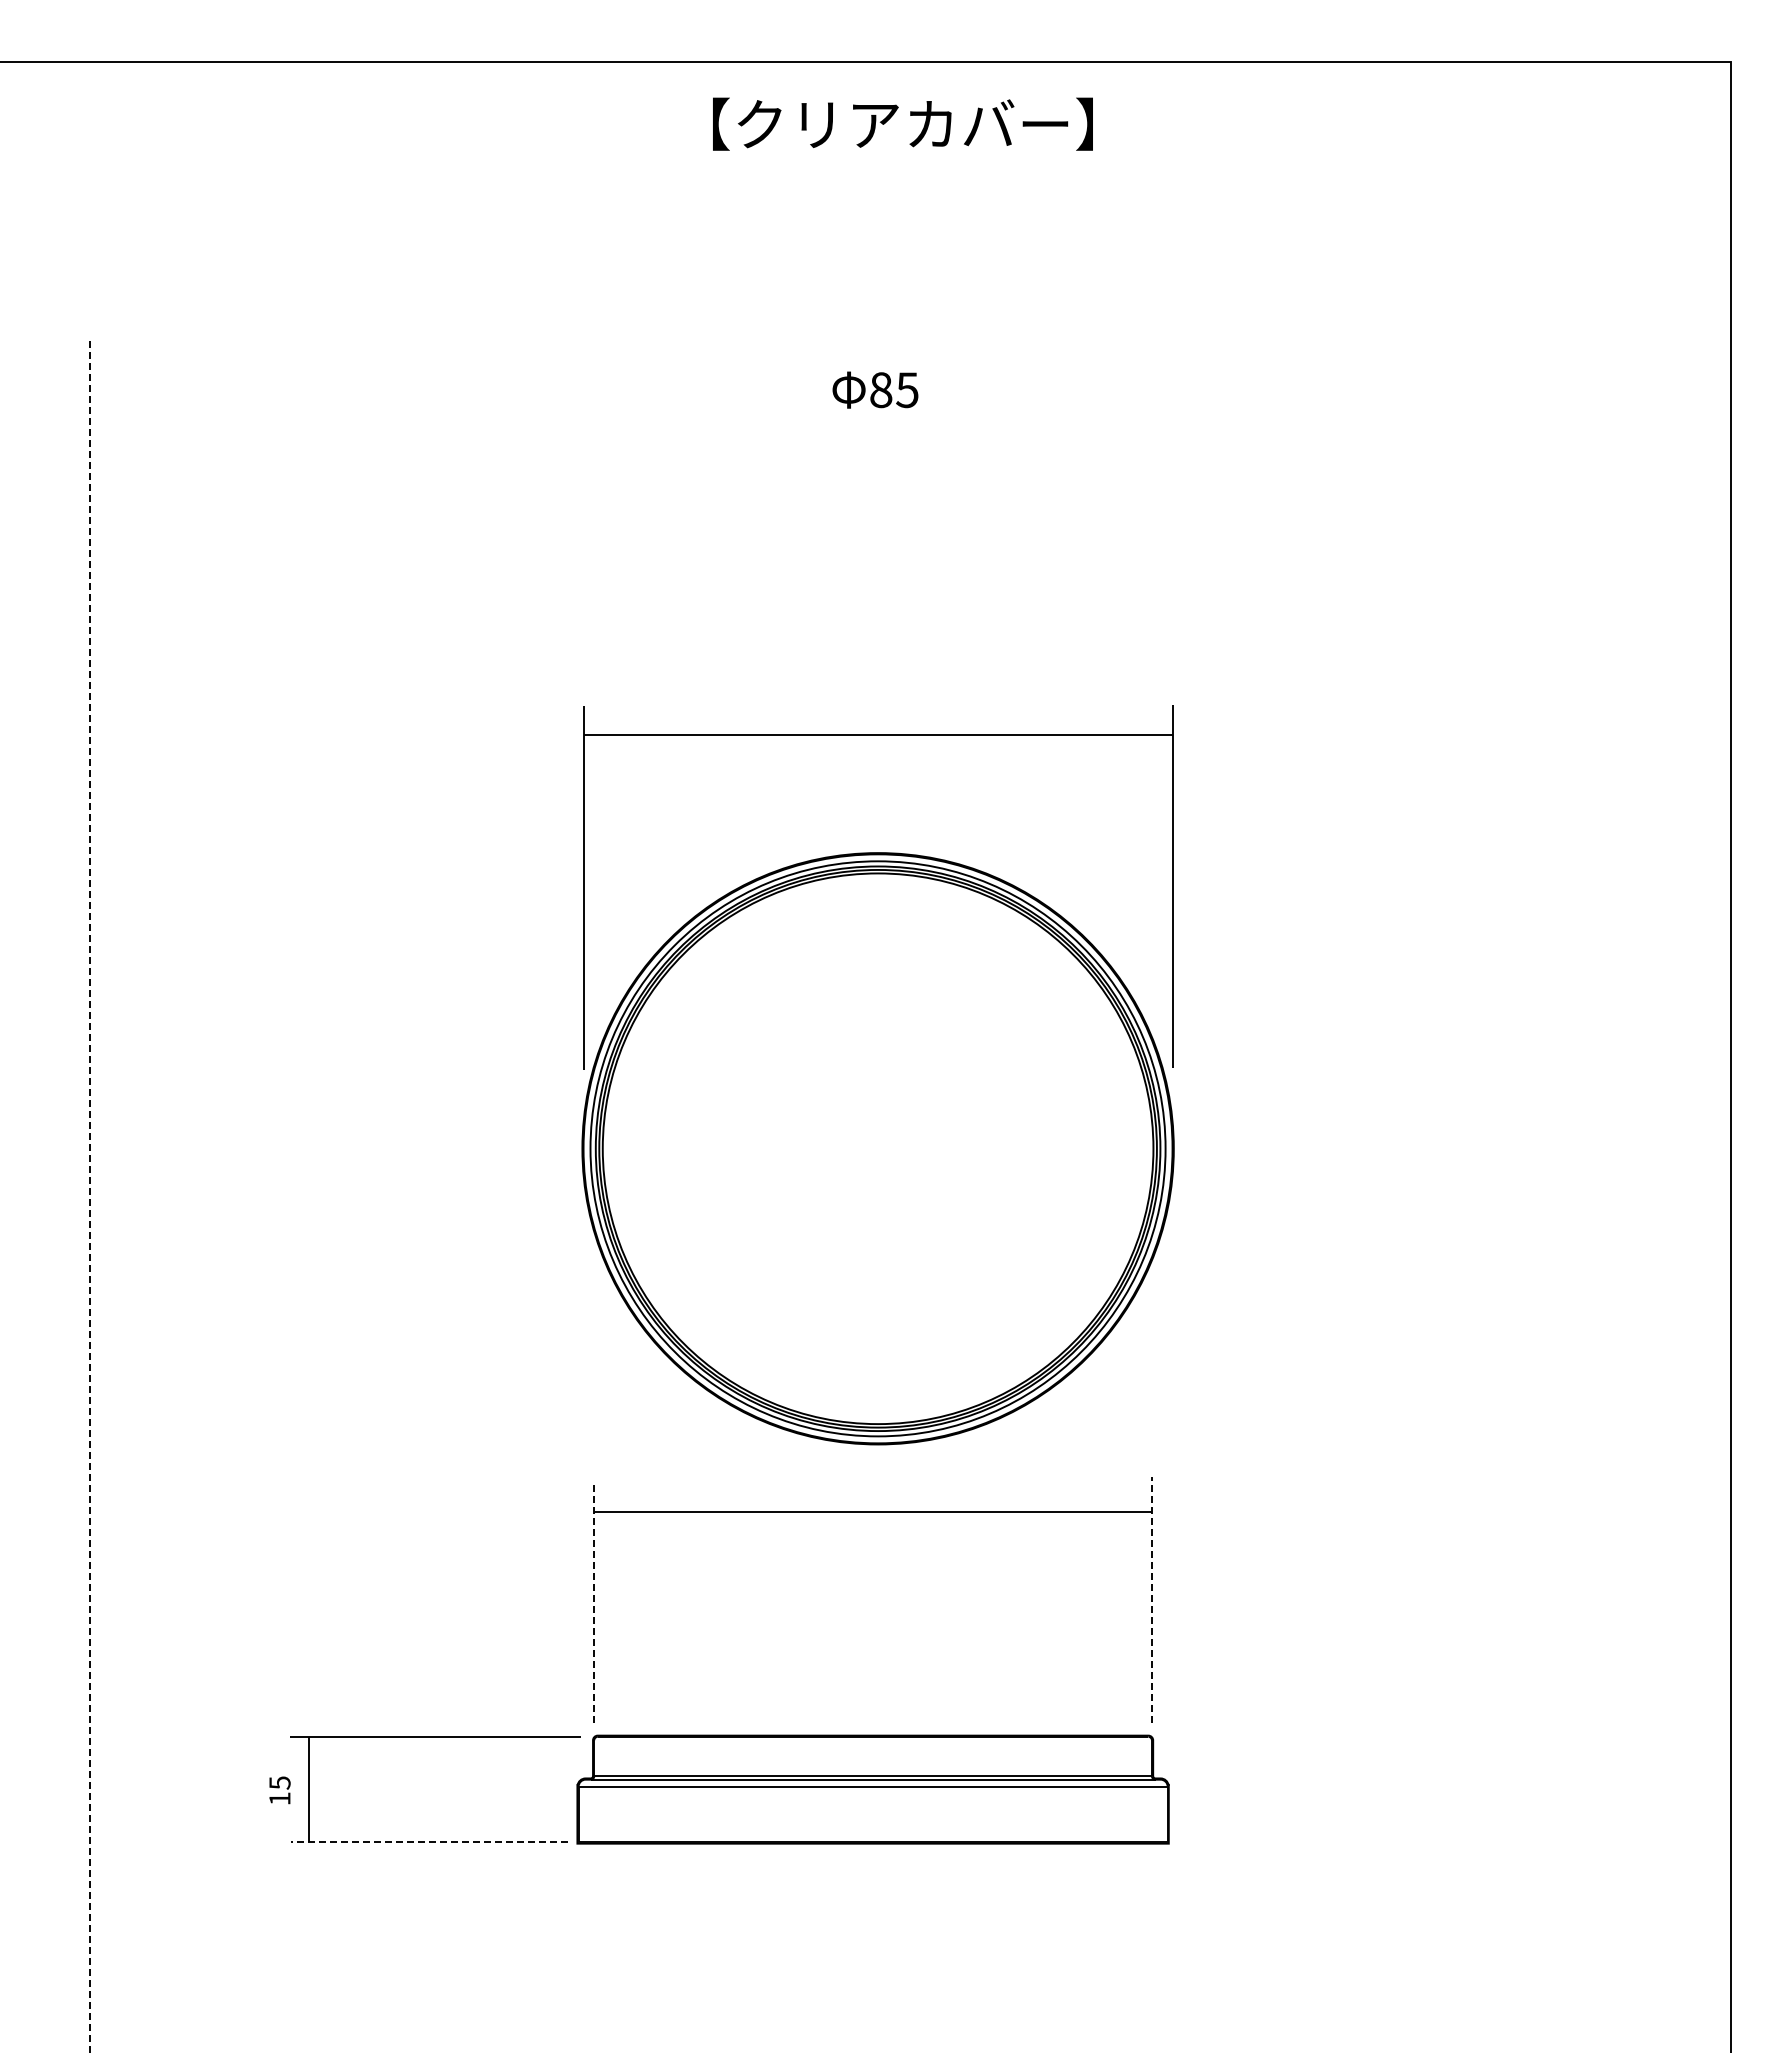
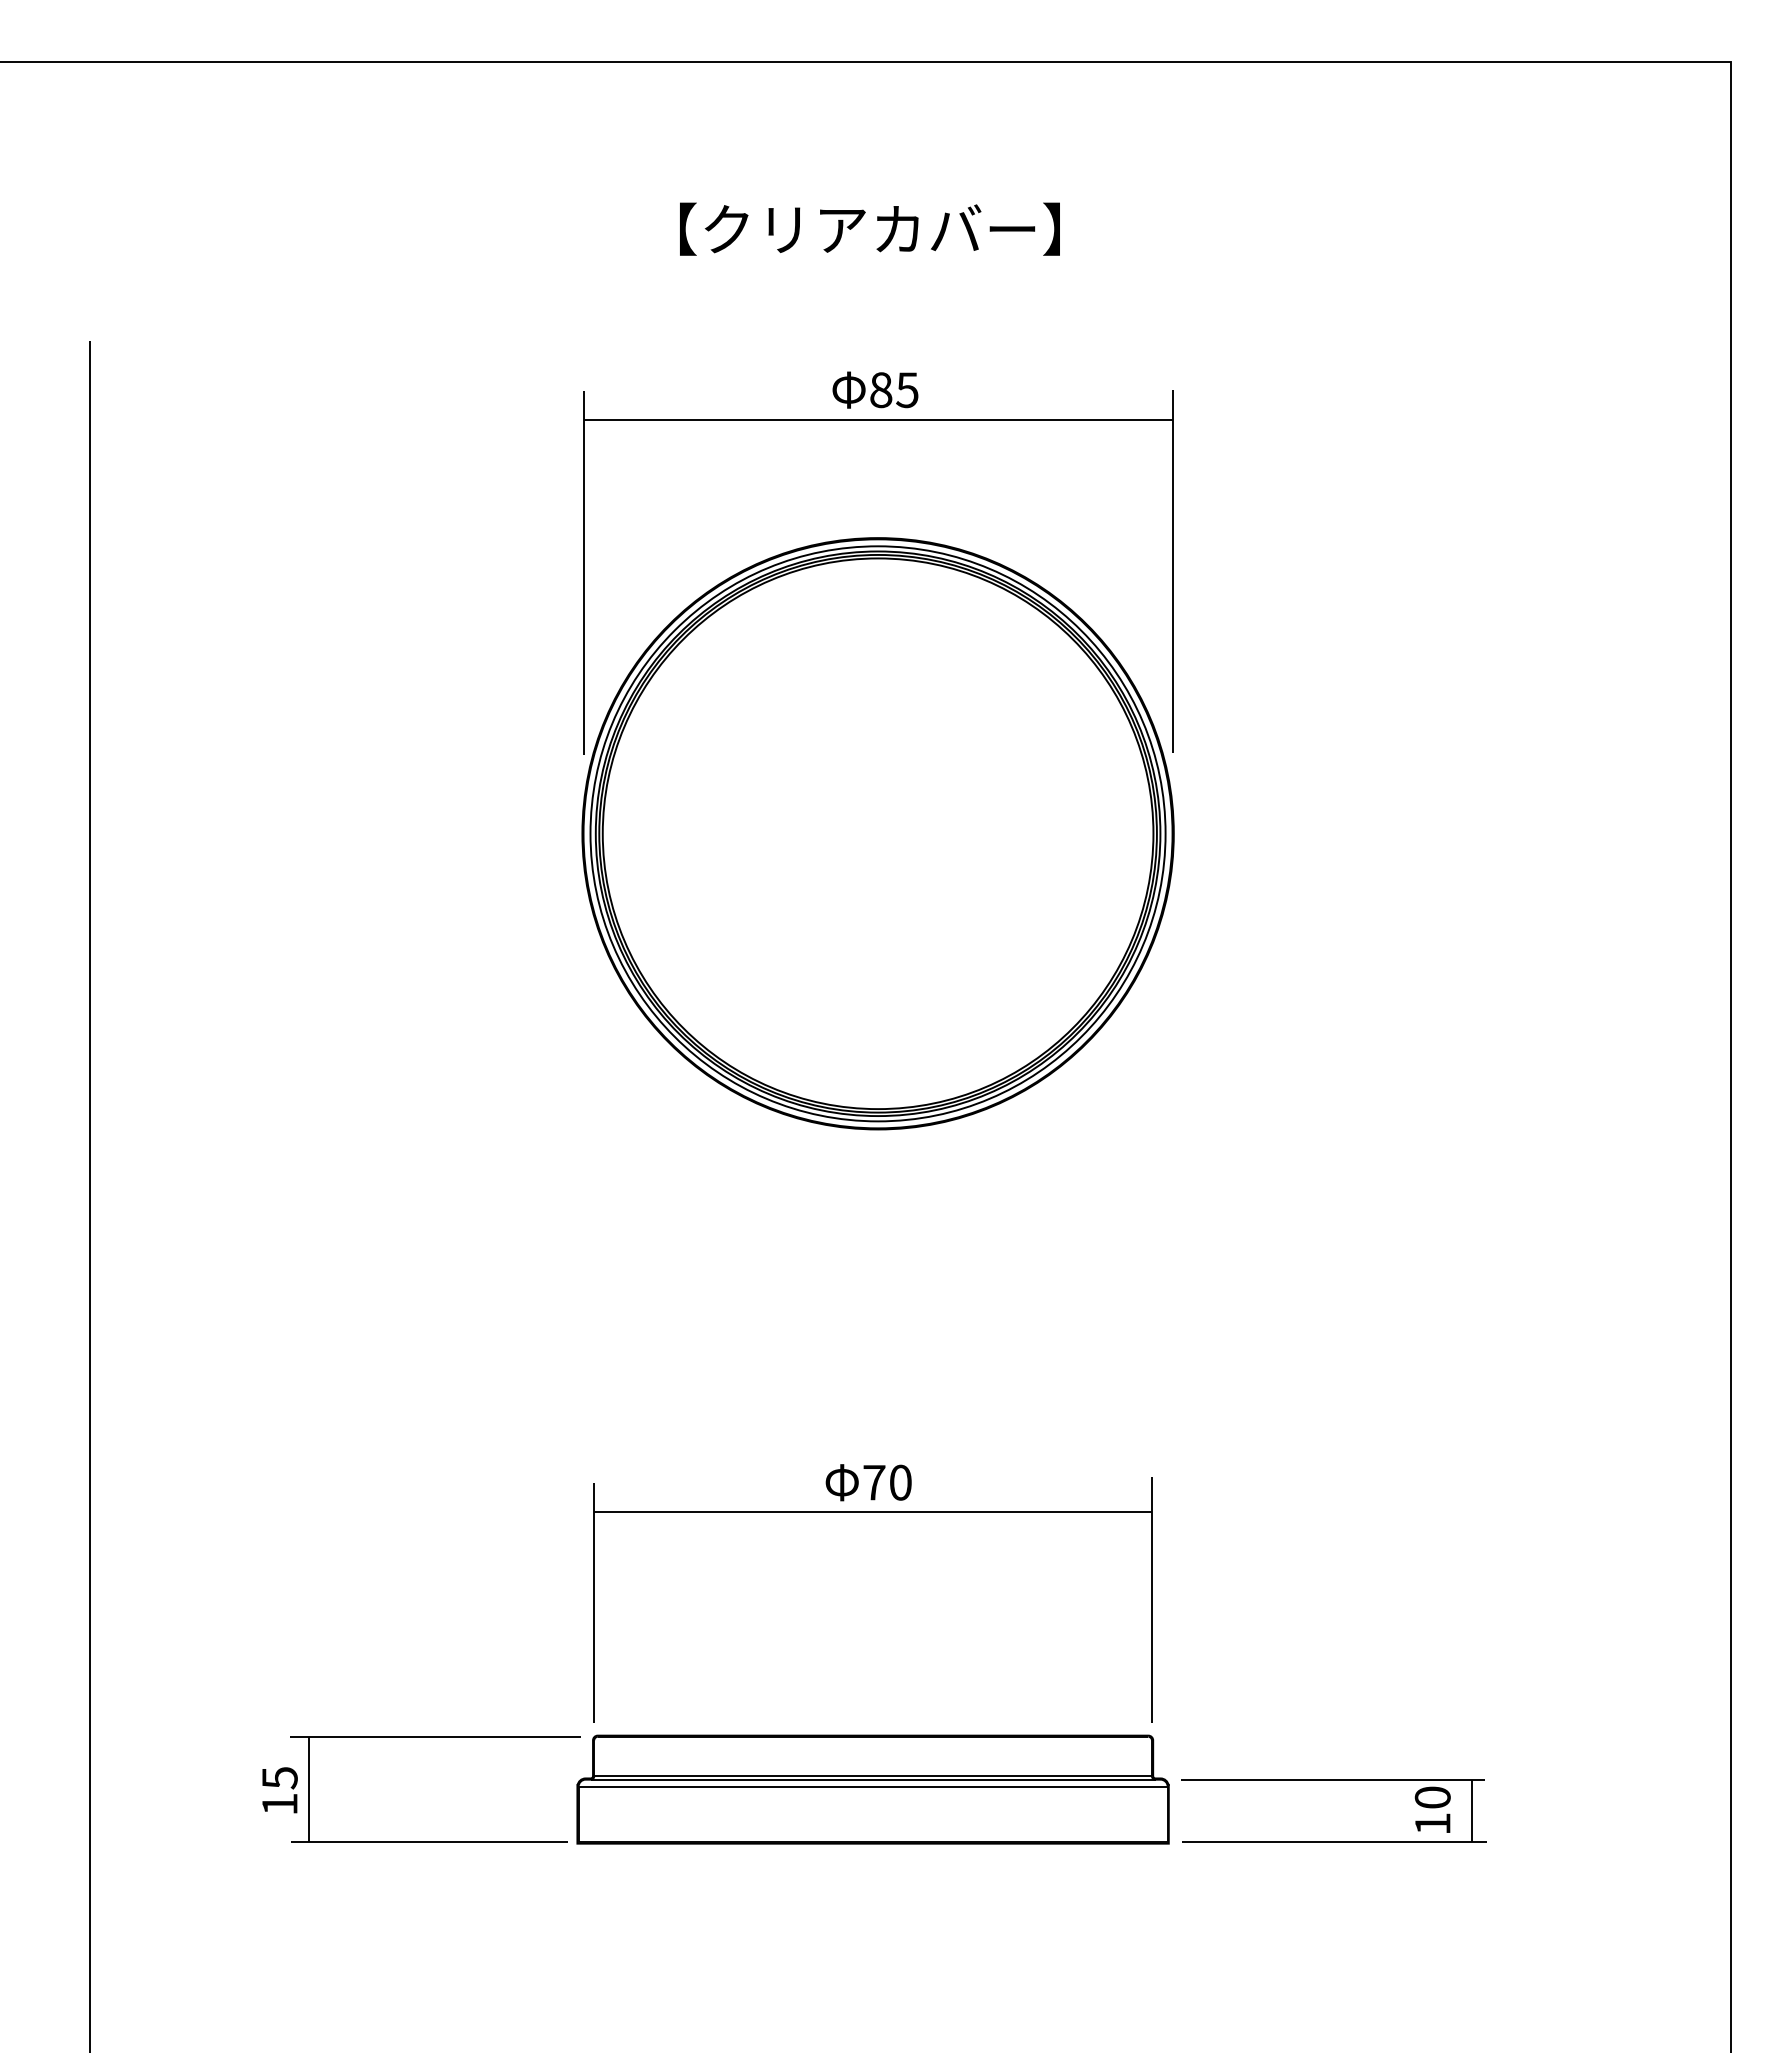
part at (910, 115) position: (910, 115) -> (877, 220)
part at (877, 1075) position: (877, 1075) -> (877, 760)
line at (89, 1196): dashed -> solid
part at (868, 1482): none -> present
line at (1151, 1599): dashed -> solid
line at (594, 1602): dashed -> solid
part at (1333, 1780): none -> present
part at (279, 1790) size: 22x29 px -> 36x47 px
line at (428, 1842): dashed -> solid
